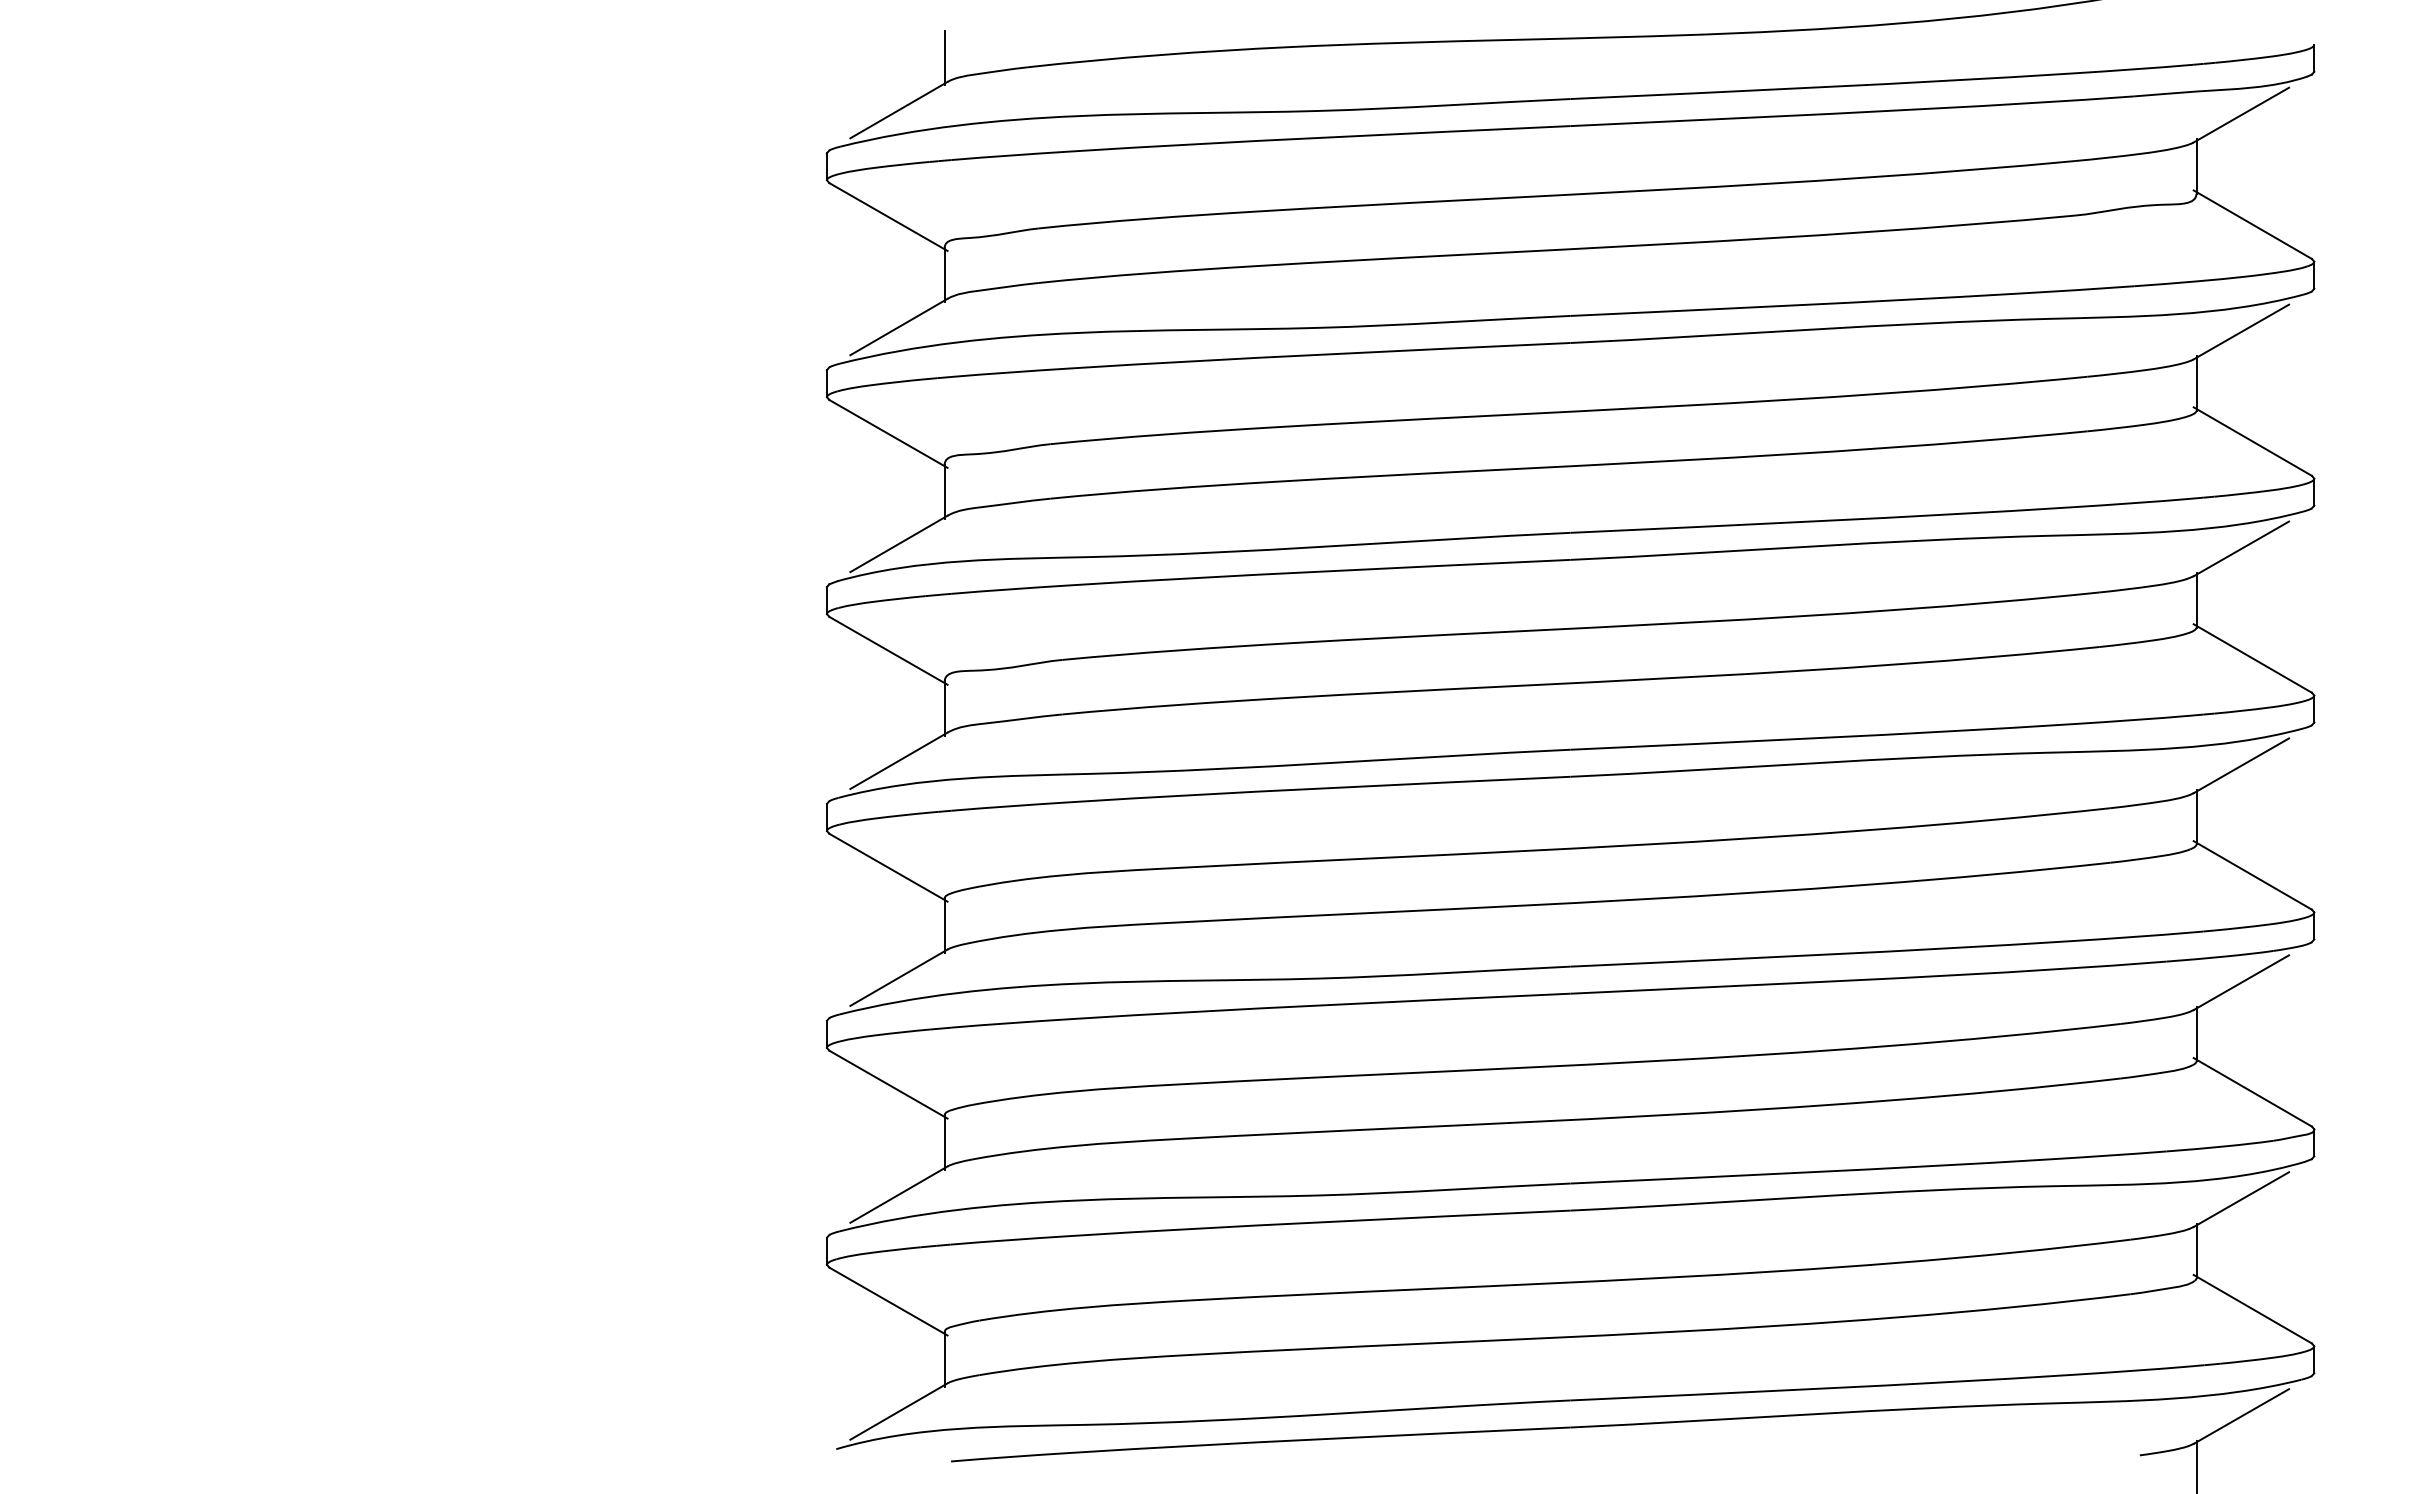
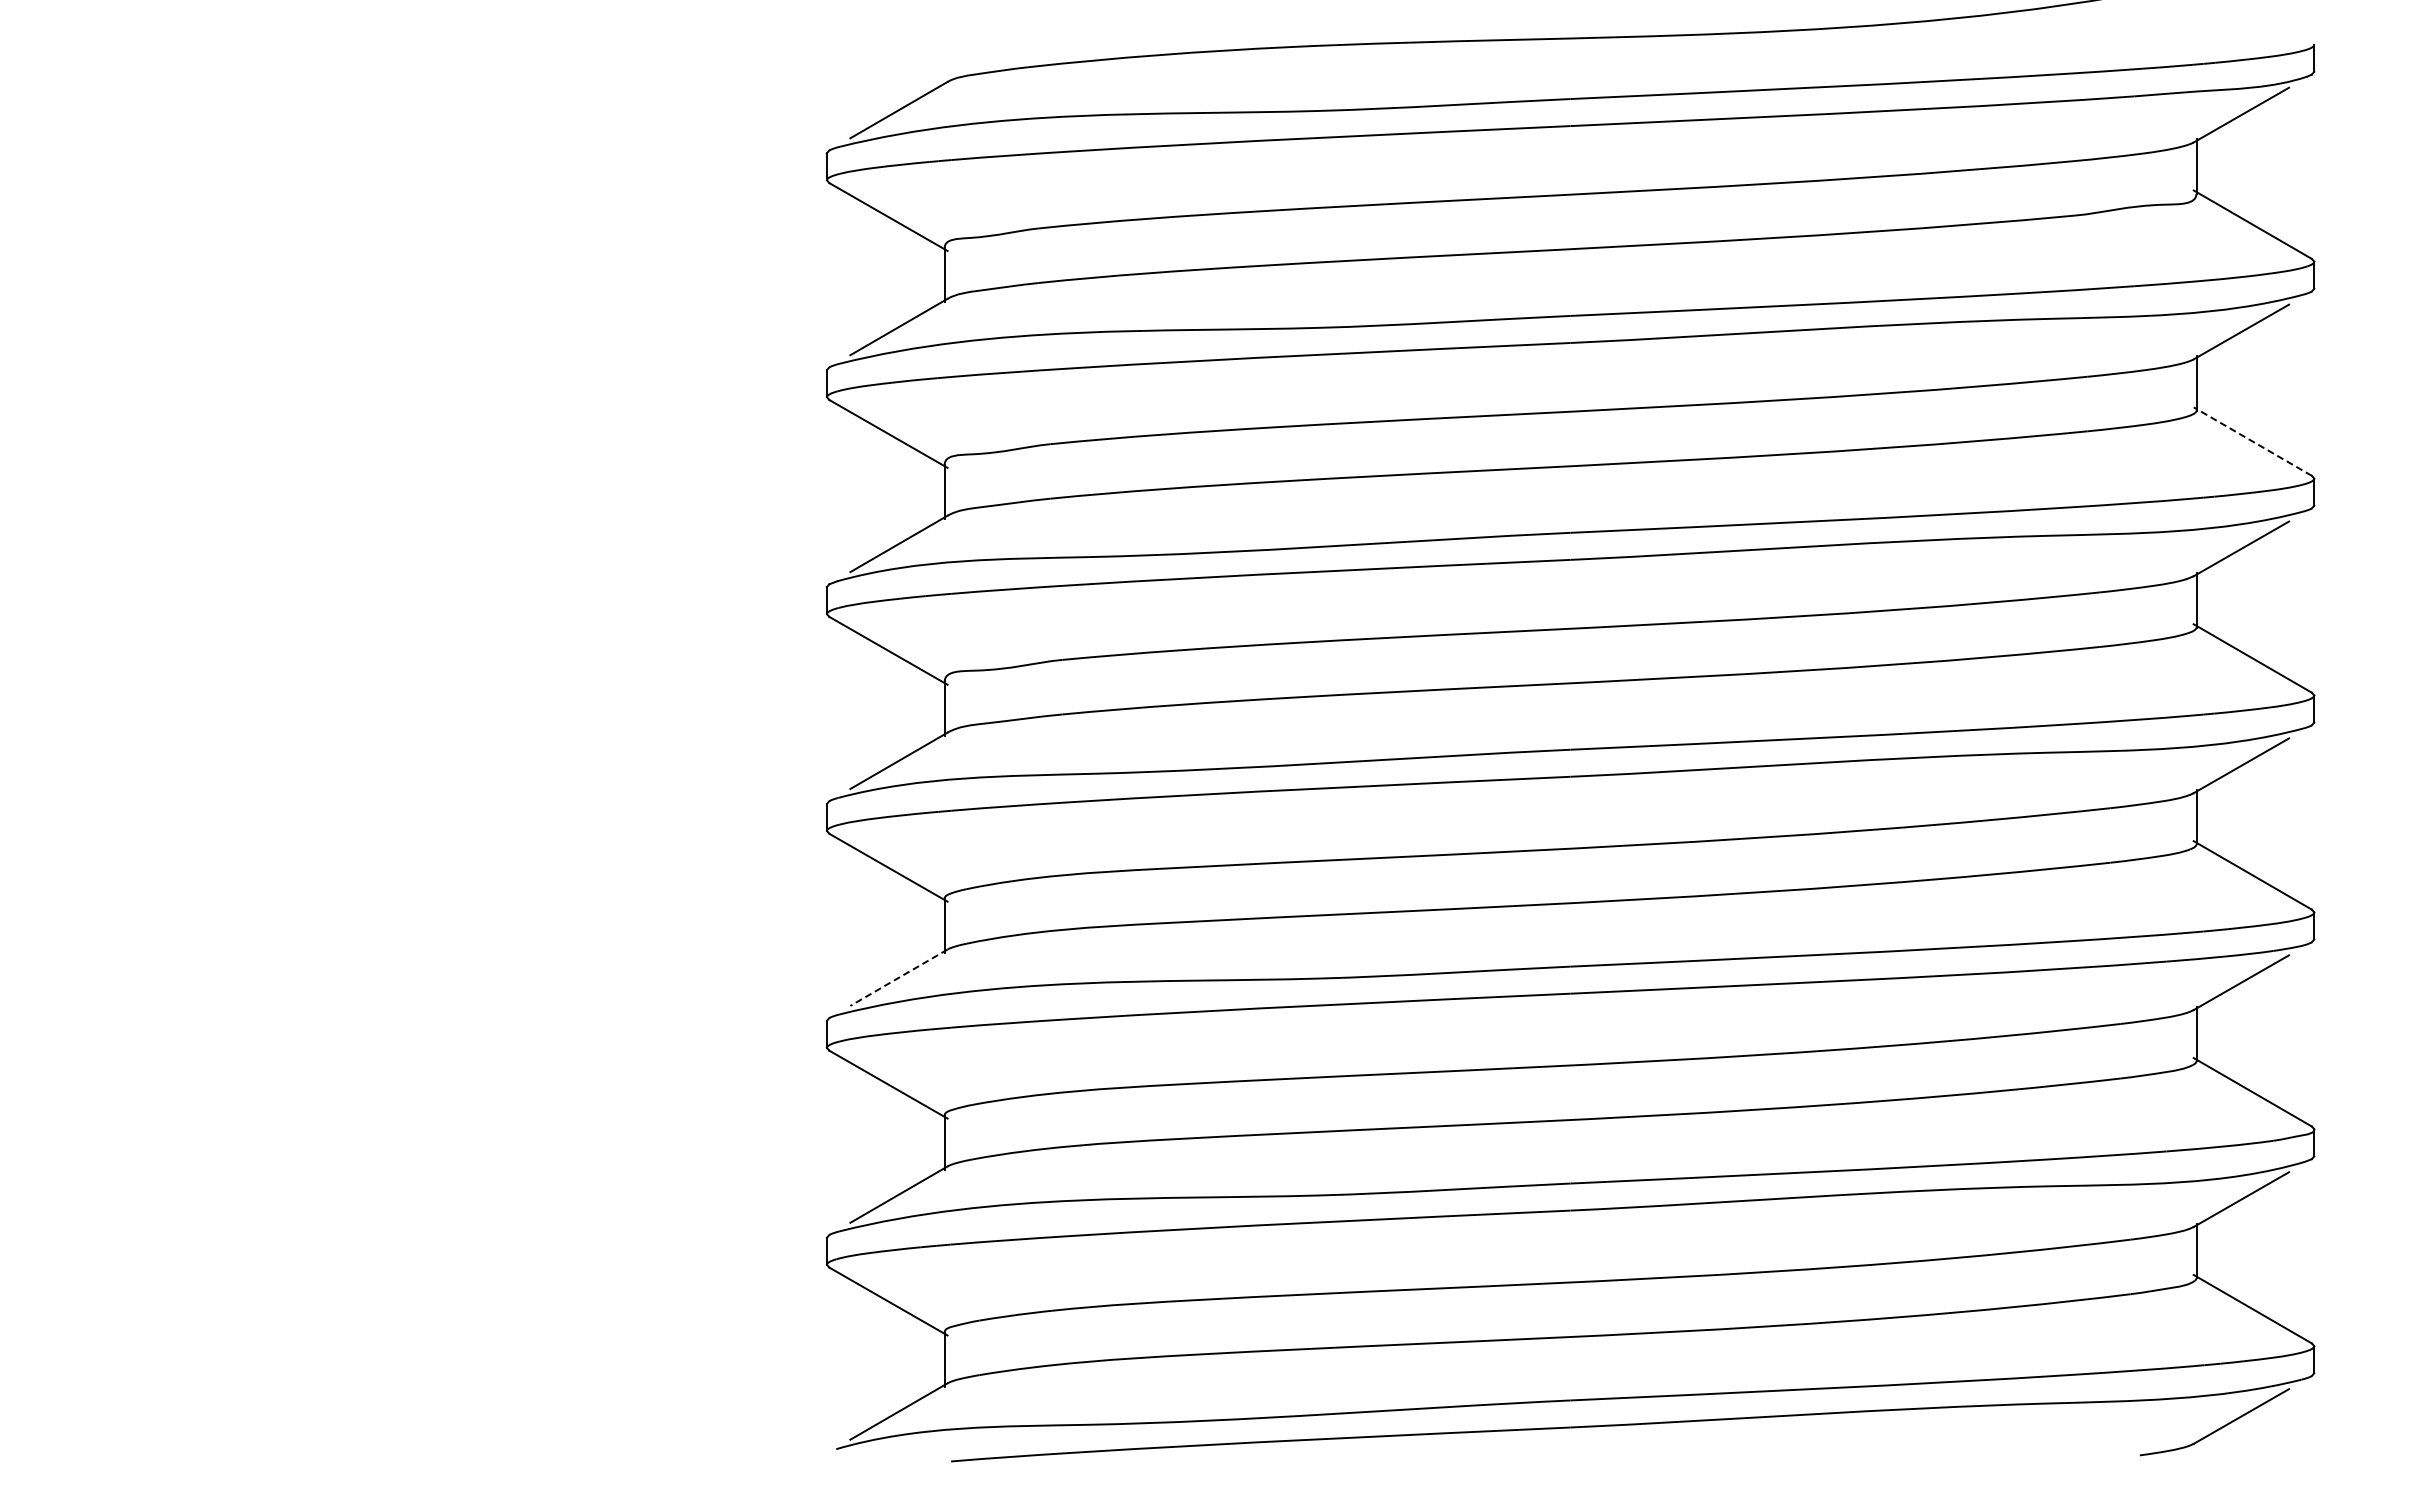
line at (944, 57): present -> none
line at (2252, 441): solid -> dashed
line at (898, 978): solid -> dashed
line at (2196, 1465): present -> none
